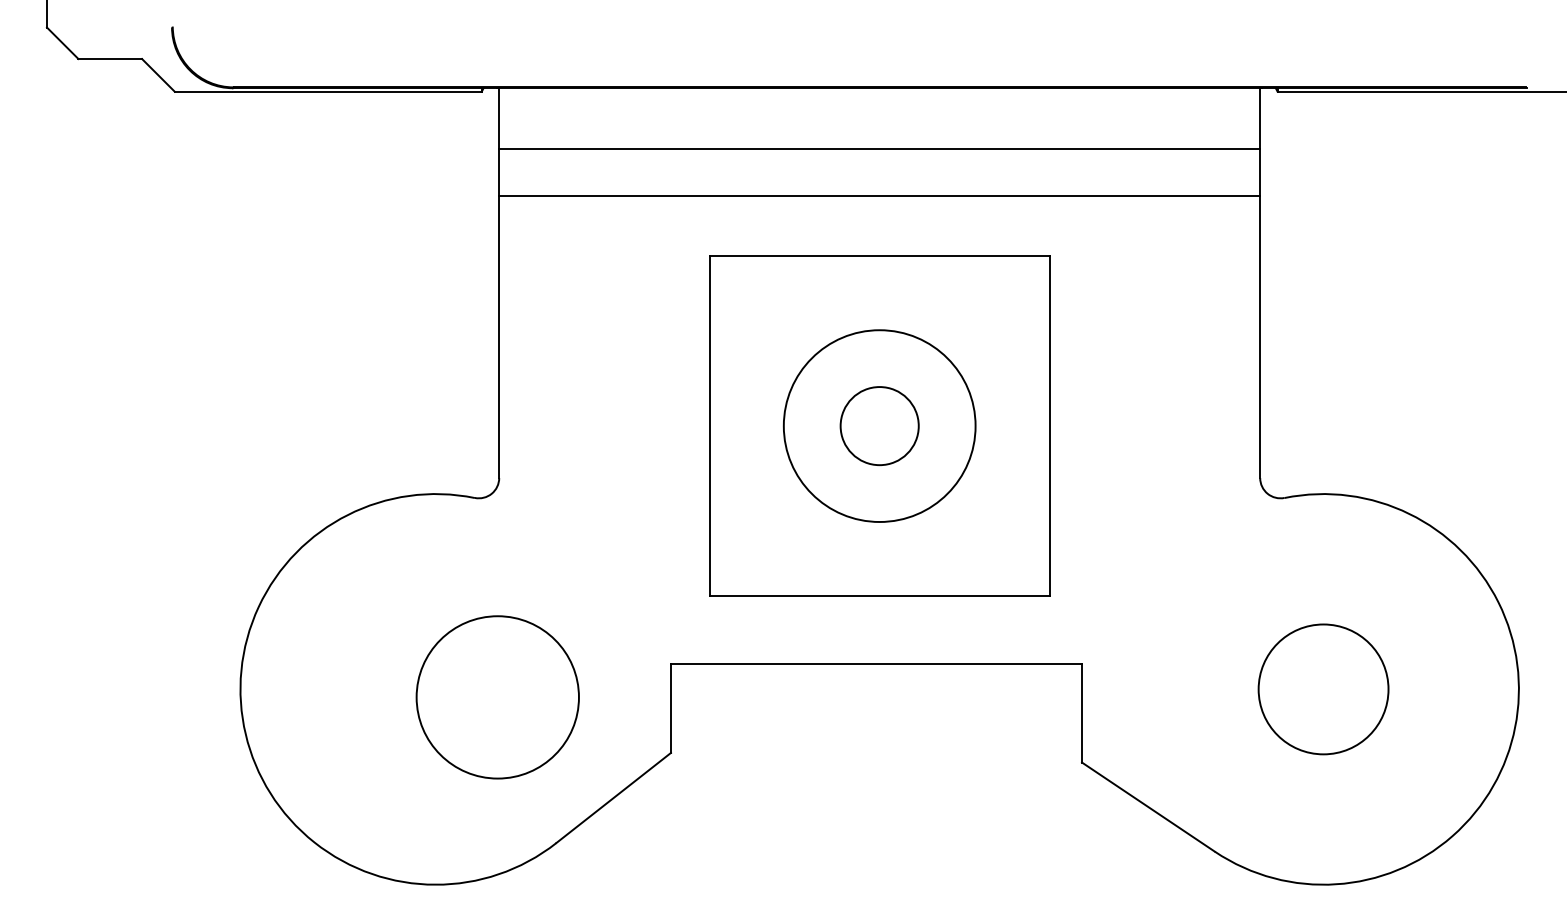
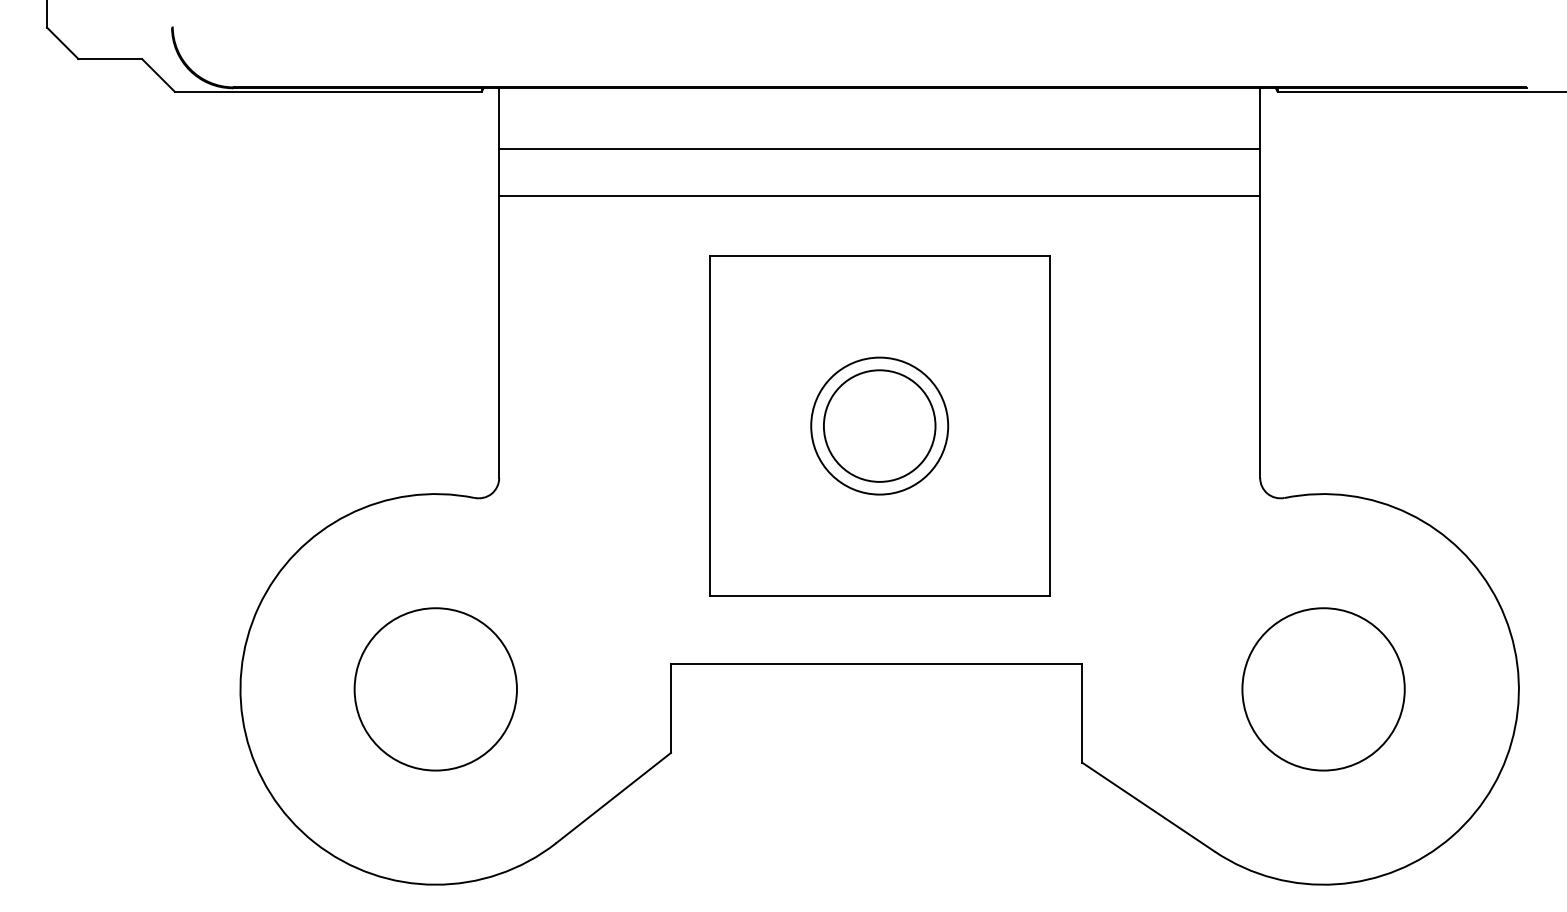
circle at (879, 425) diameter: 192 px -> 137 px
circle at (879, 426) diameter: 78 px -> 112 px
circle at (1323, 689) size: 133x133 px -> 165x165 px
circle at (497, 697) position: (497, 697) -> (435, 689)
